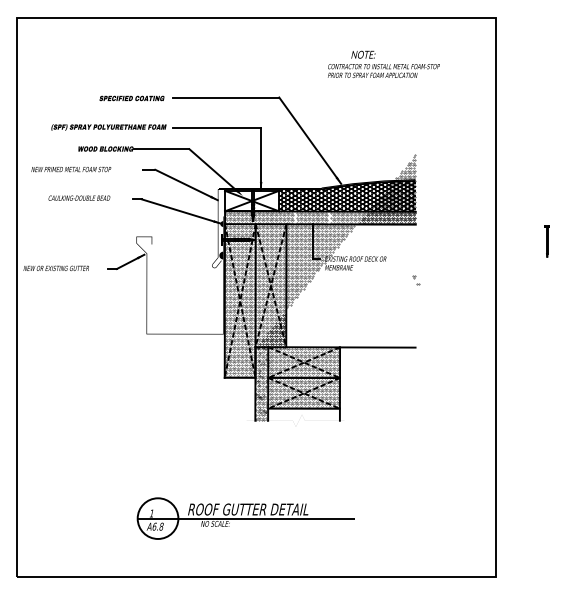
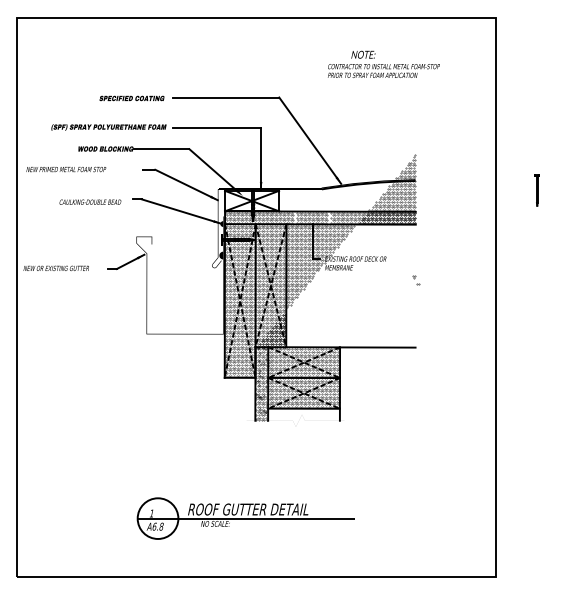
text at (71, 169) position: (71, 169) -> (66, 169)
hatch at (347, 196): present -> none
text at (79, 197) position: (79, 197) -> (90, 201)
part at (546, 241) position: (546, 241) -> (536, 190)
